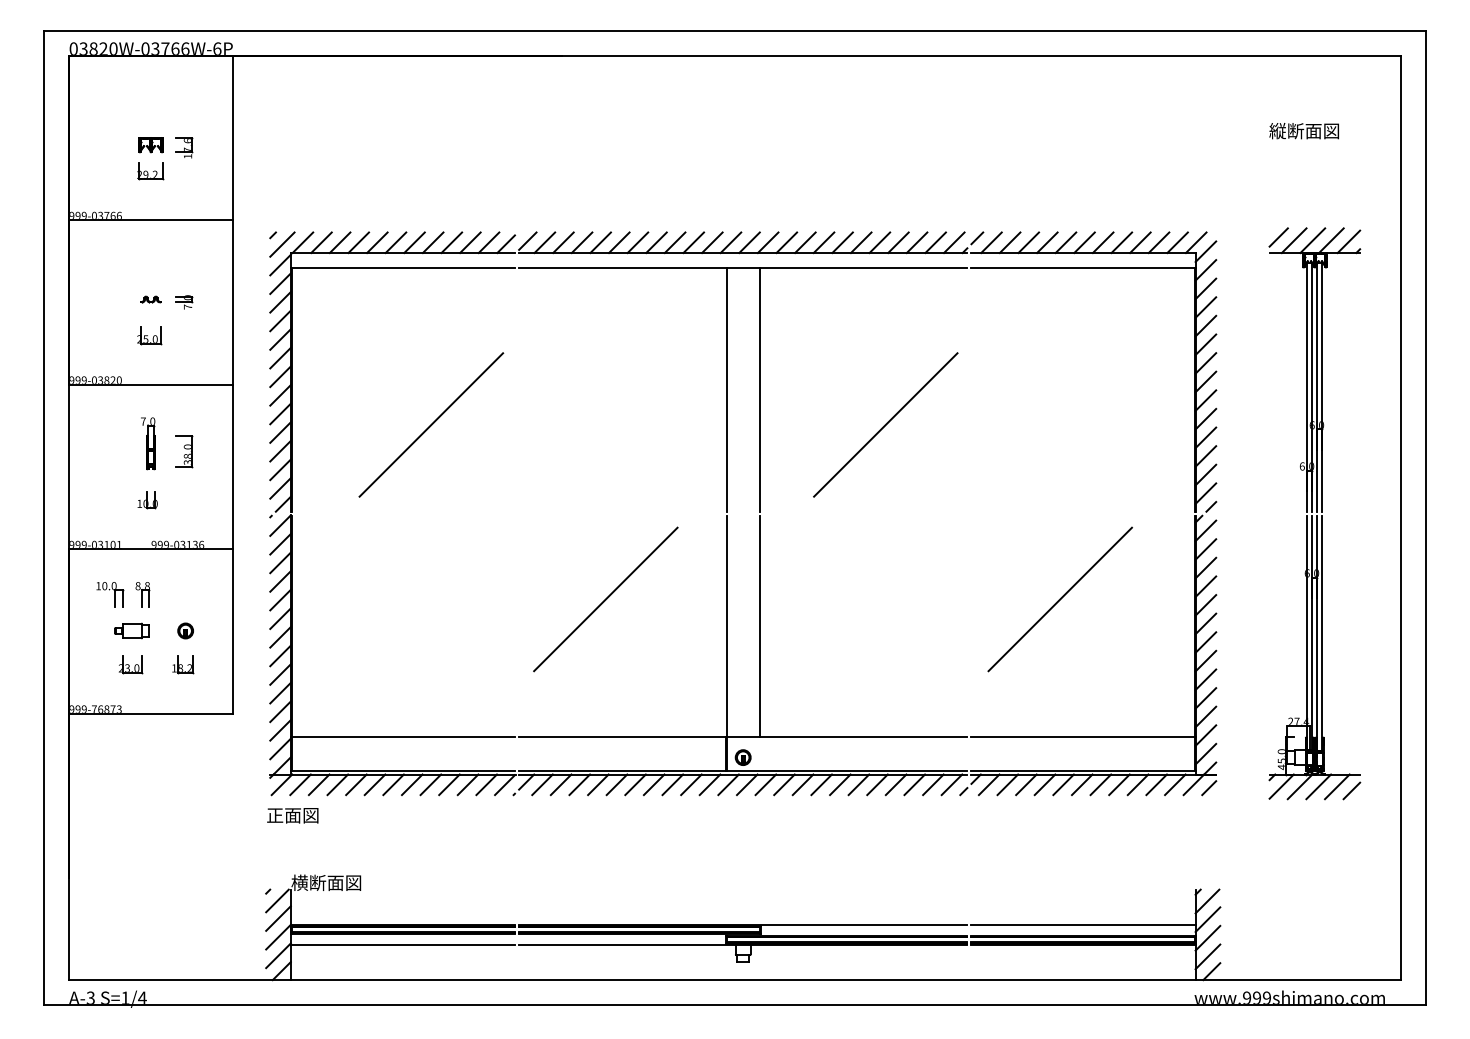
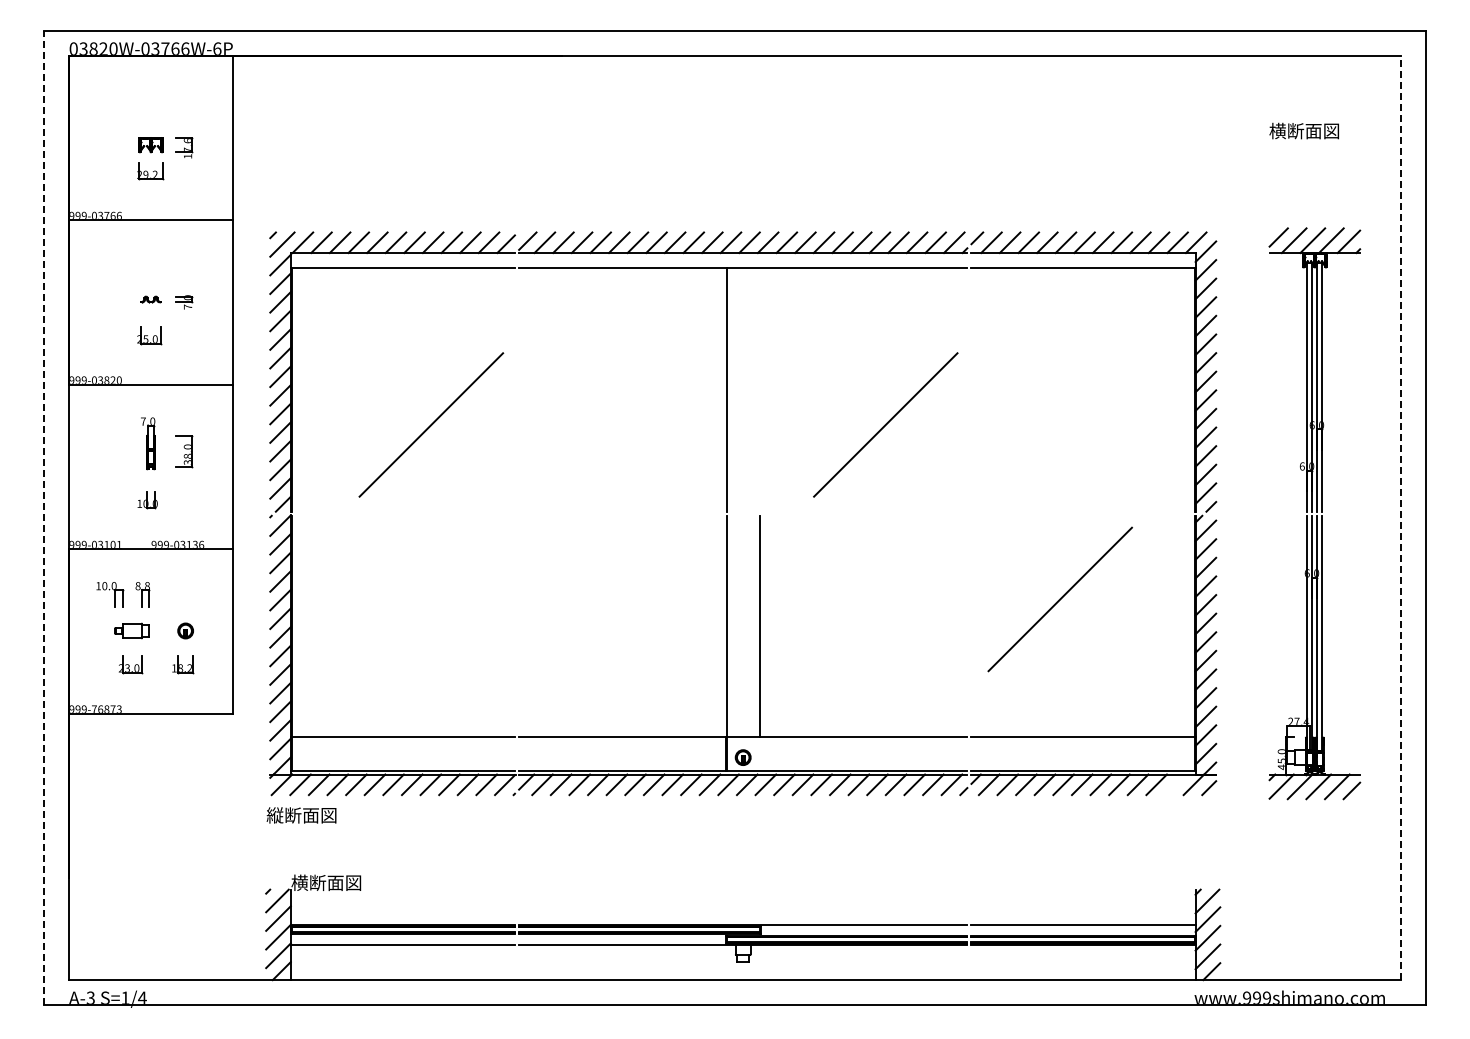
text at (1277, 130): 縦断面図 -> 横断面図
line at (759, 389): present -> none
line at (44, 517): solid -> dashed
line at (1401, 517): solid -> dashed
line at (605, 599): present -> none
line at (1175, 784): present -> none
text at (301, 815): 正面図 -> 縦断面図
